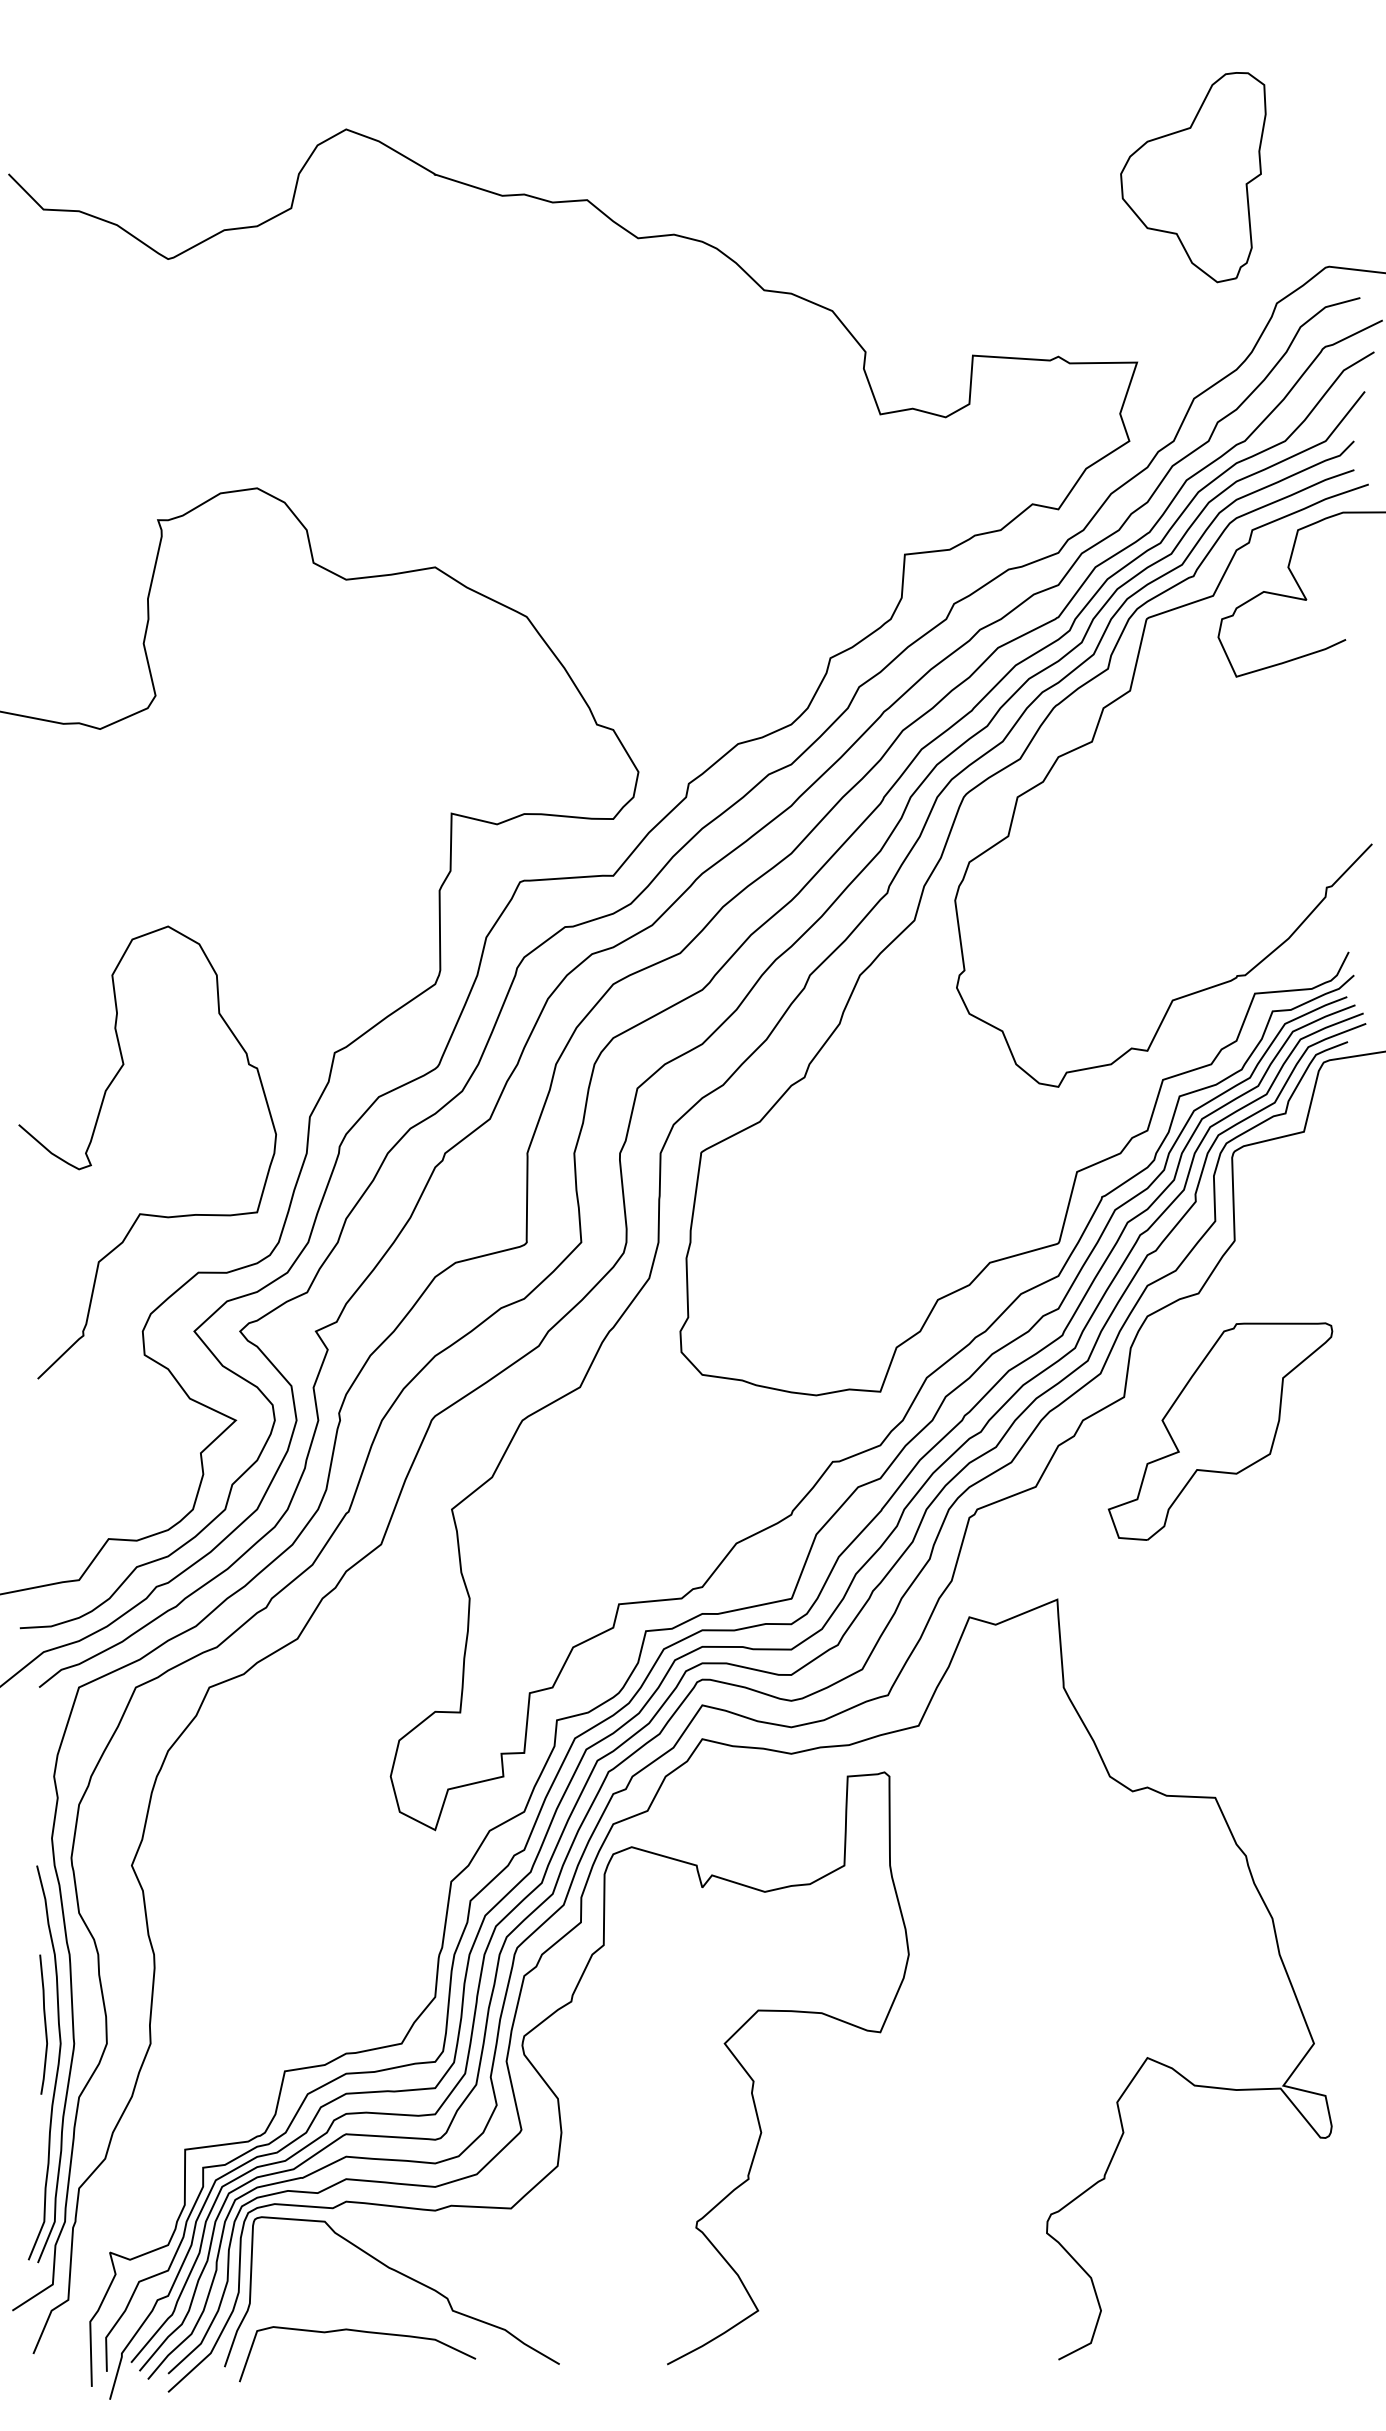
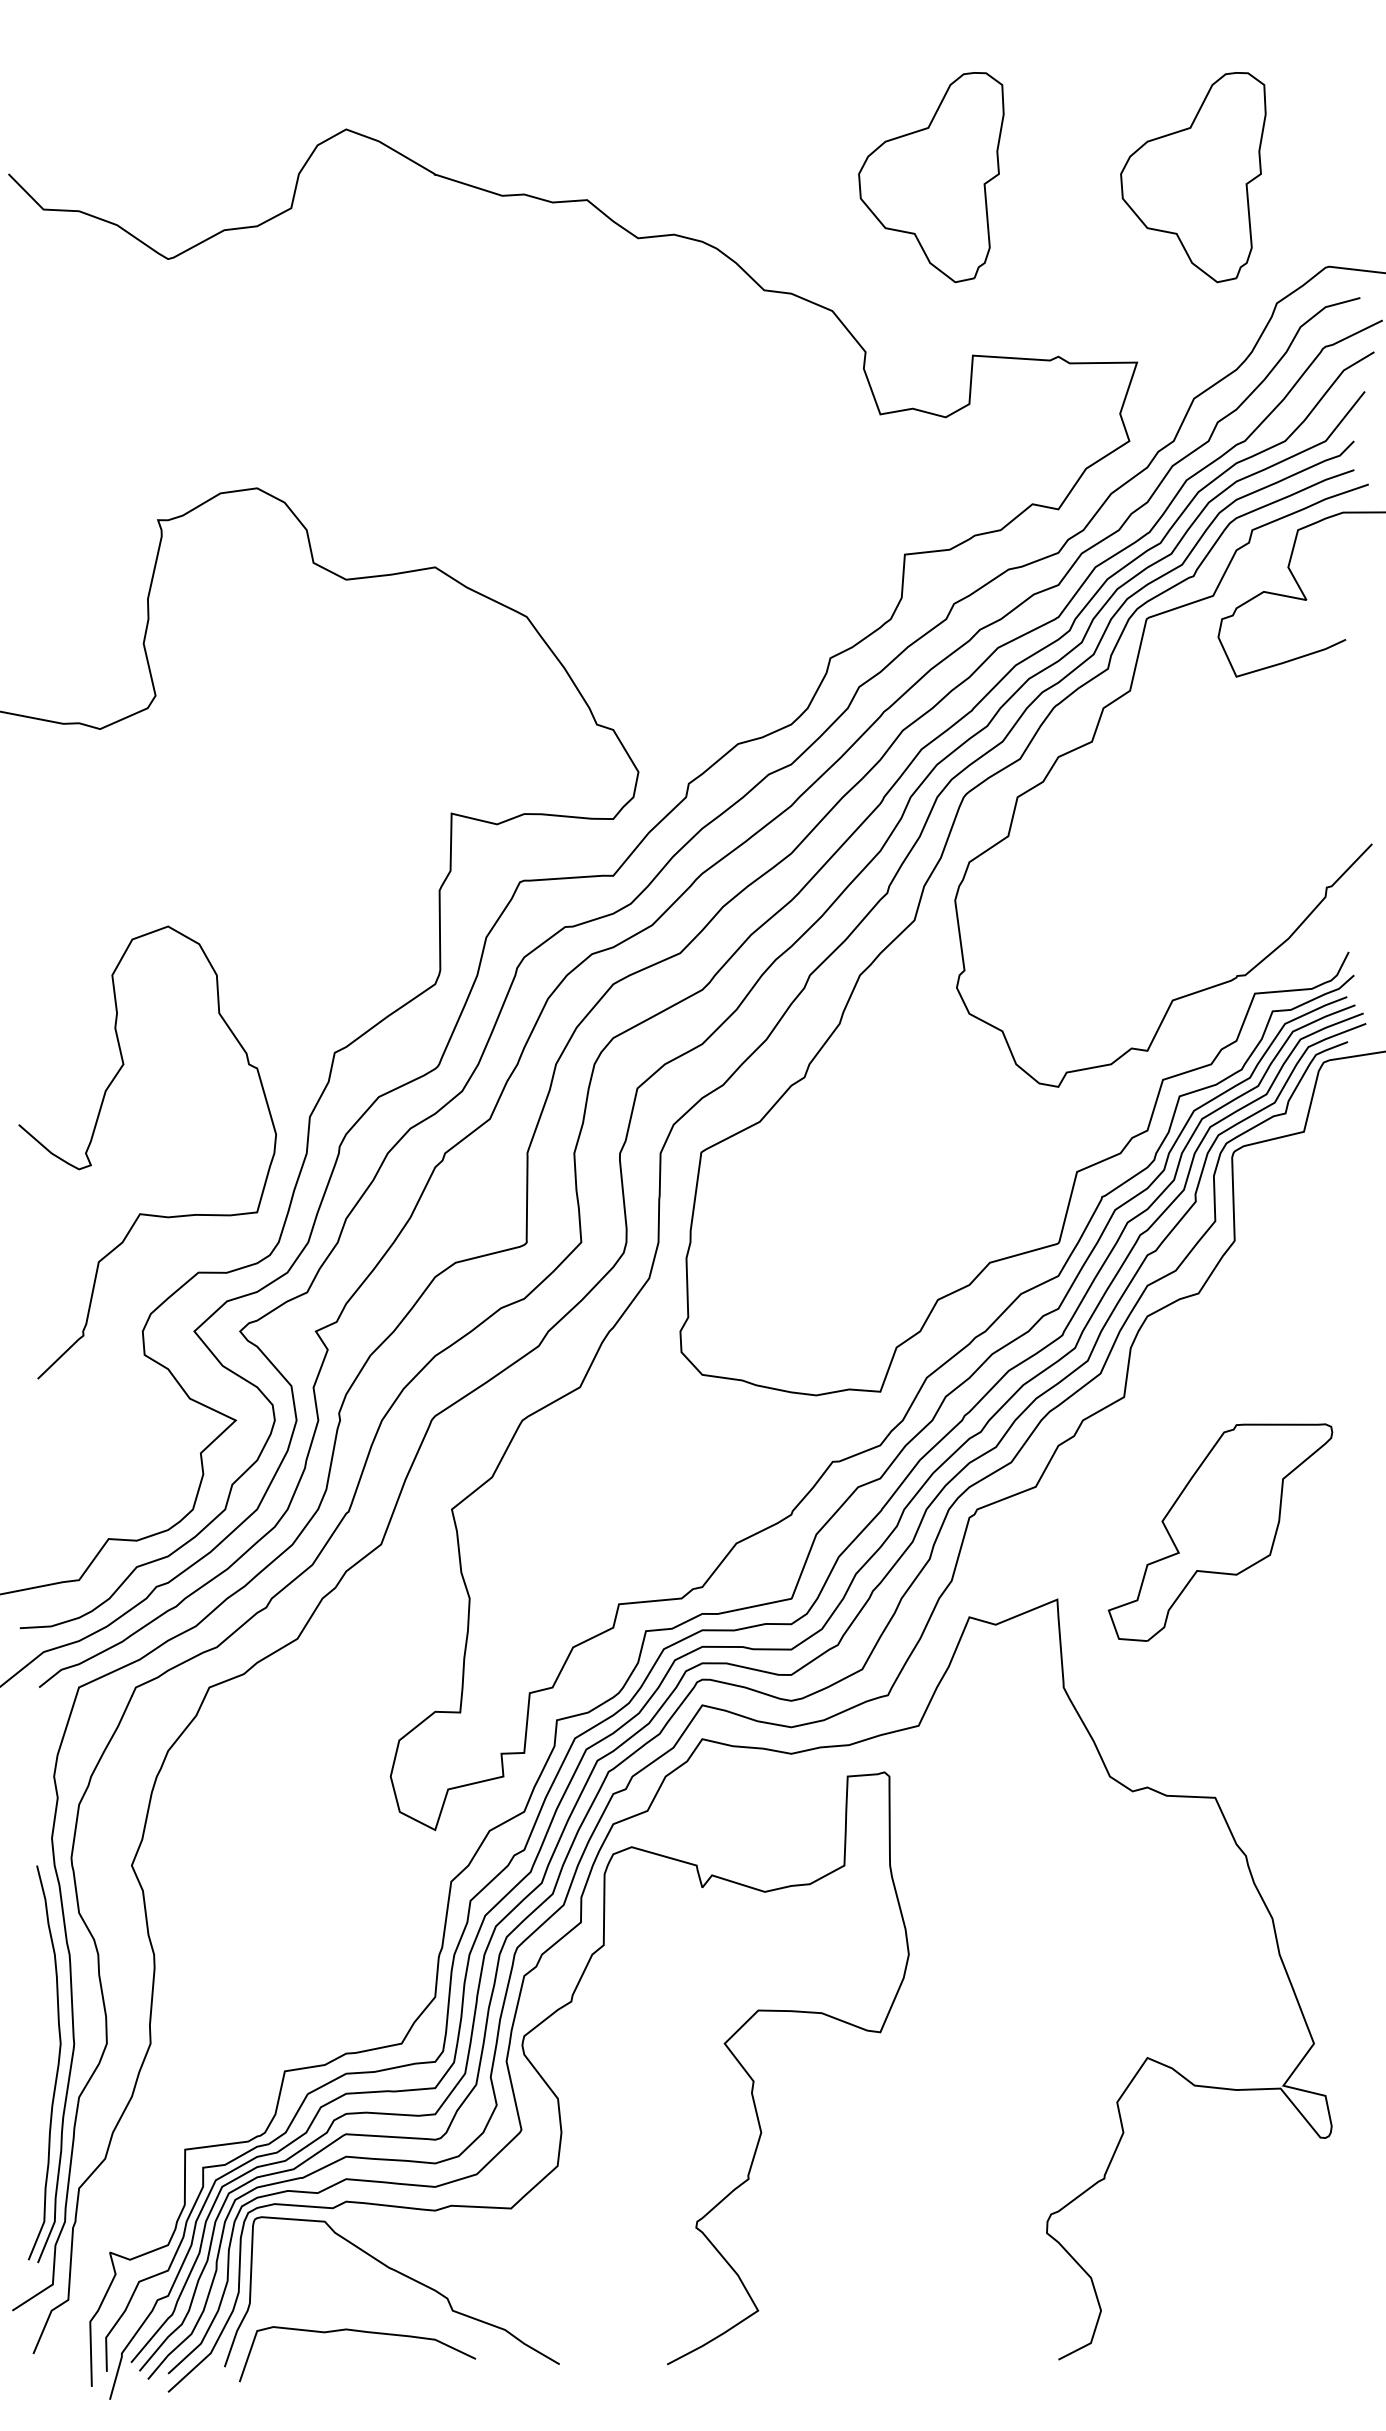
part at (931, 177): none -> present
part at (1220, 1431) position: (1220, 1431) -> (1220, 1532)
curve at (44, 2024): present -> none
